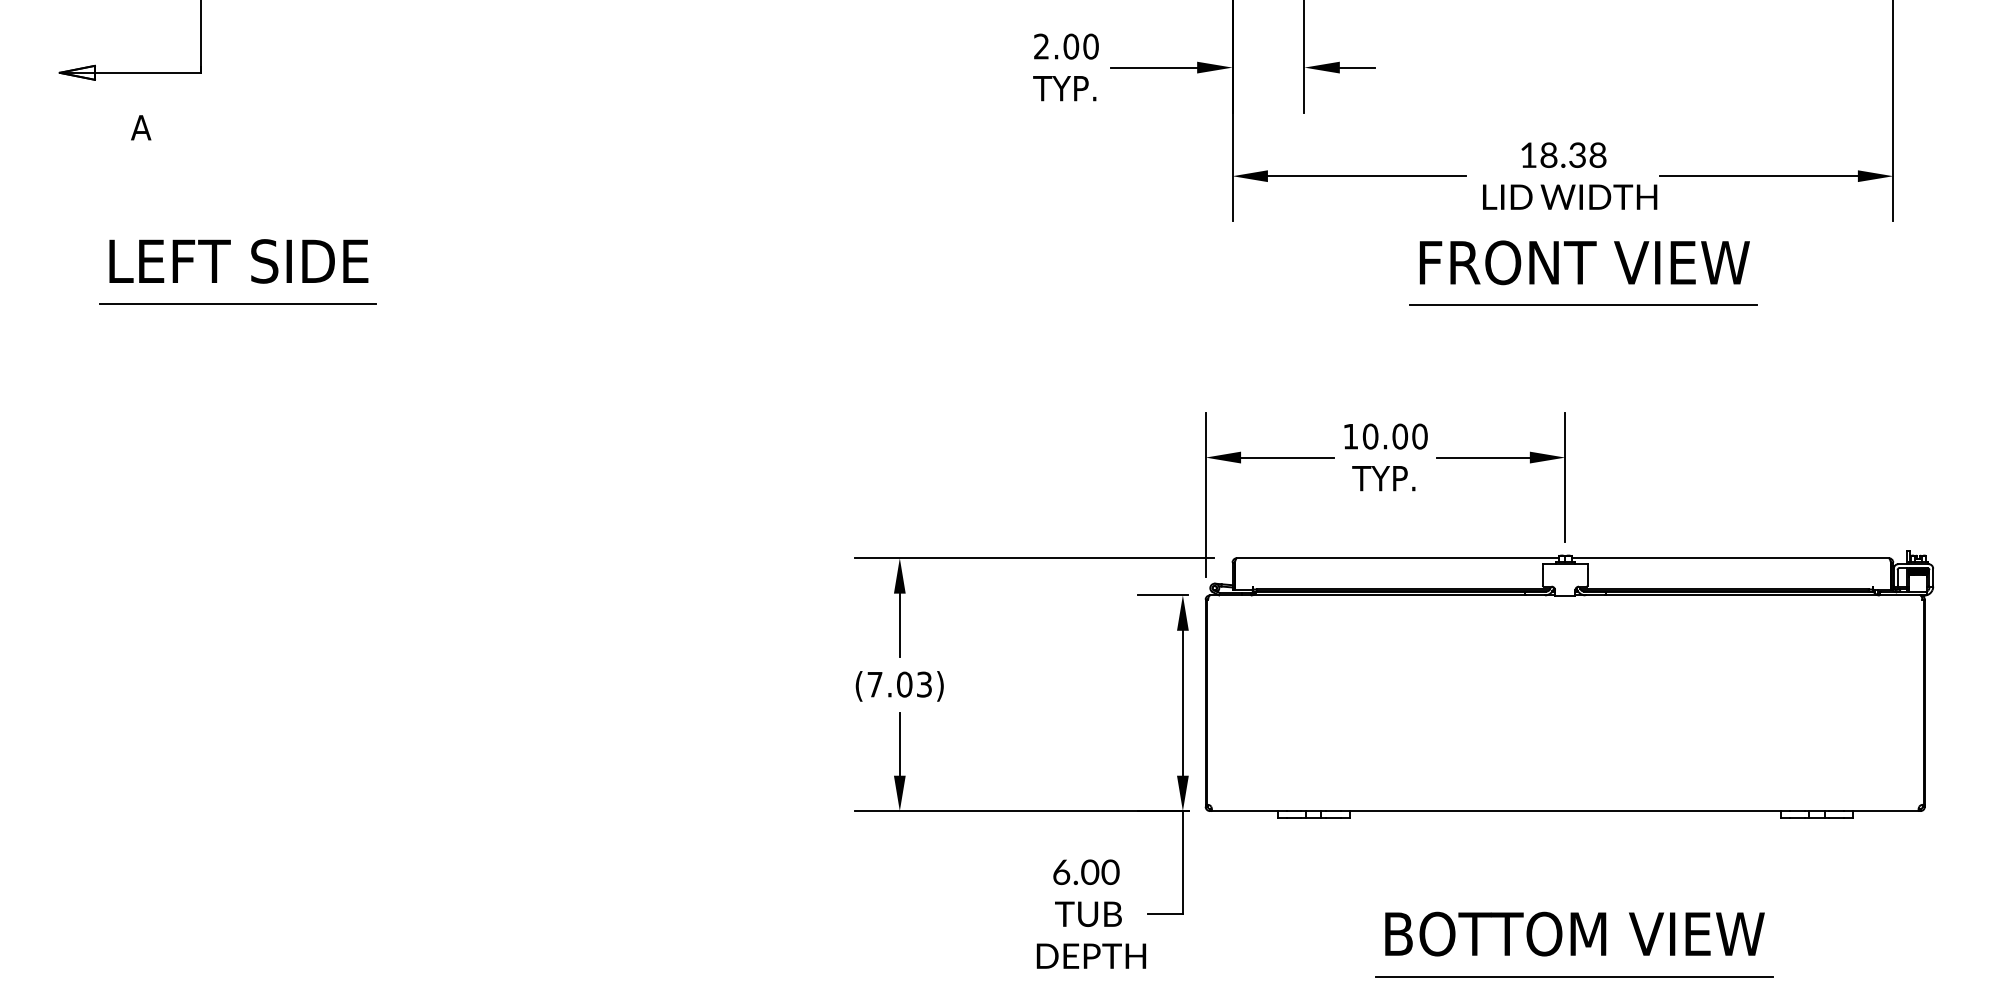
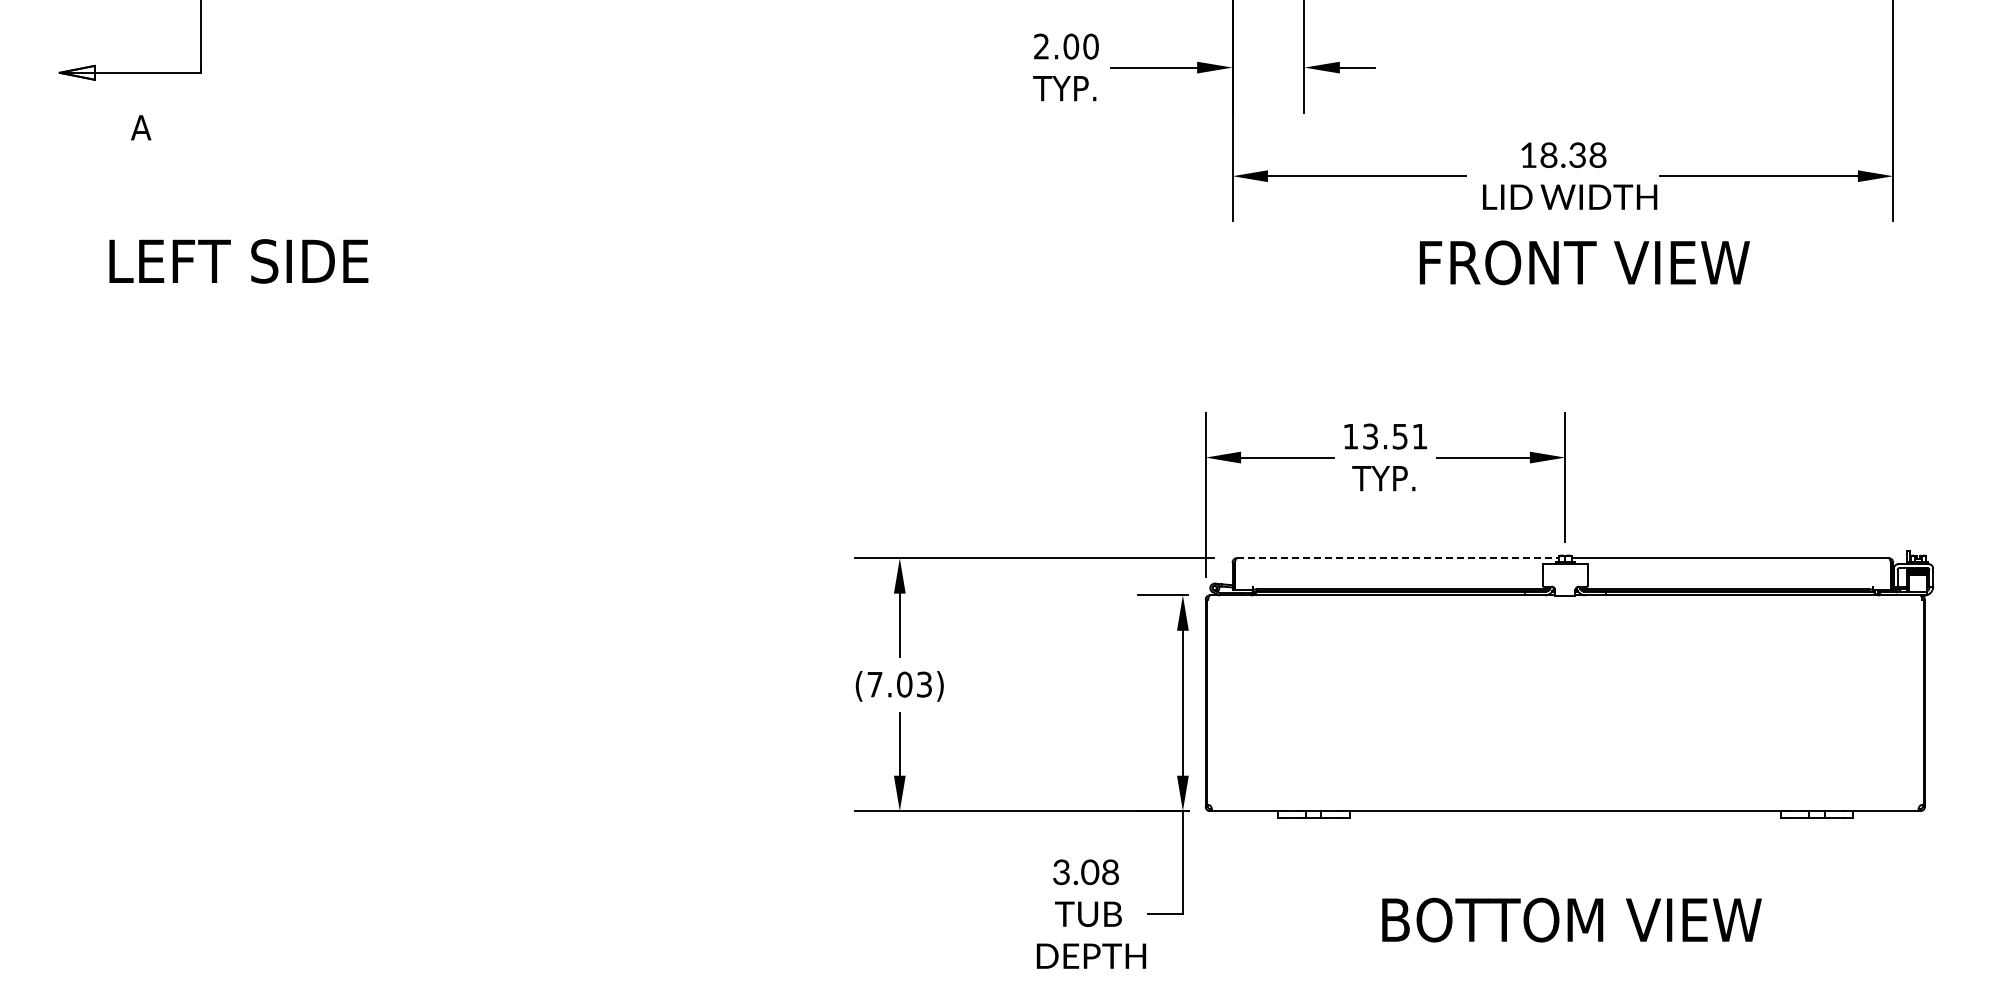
line at (237, 304): present -> none
line at (1583, 304): present -> none
text at (1394, 436): 10.00 -> 13.51
line at (1397, 558): solid -> dashed
text at (1086, 871): 6.00 -> 3.08
text at (1574, 933) position: (1574, 933) -> (1571, 919)
line at (1573, 976): present -> none
